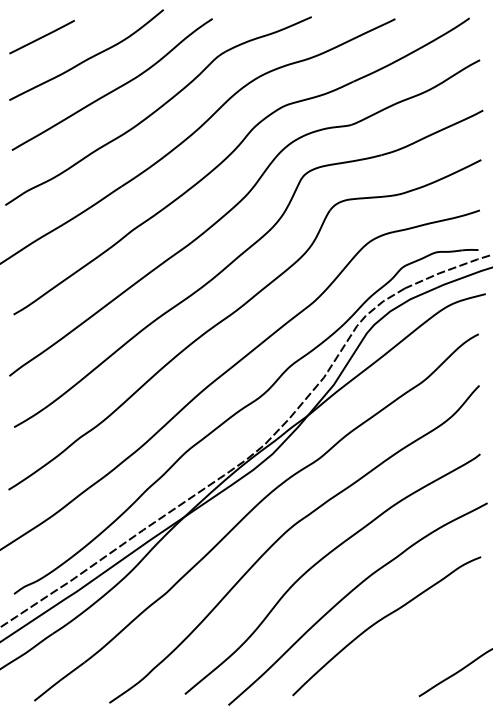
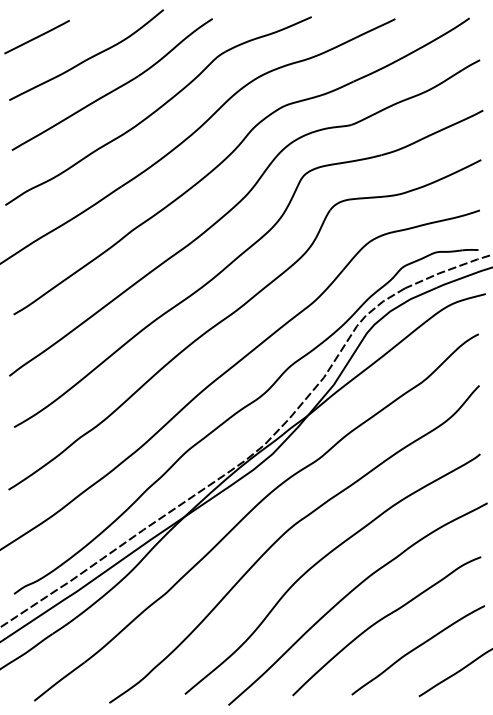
line at (41, 37) position: (41, 37) -> (36, 37)
curve at (417, 648): none -> present
